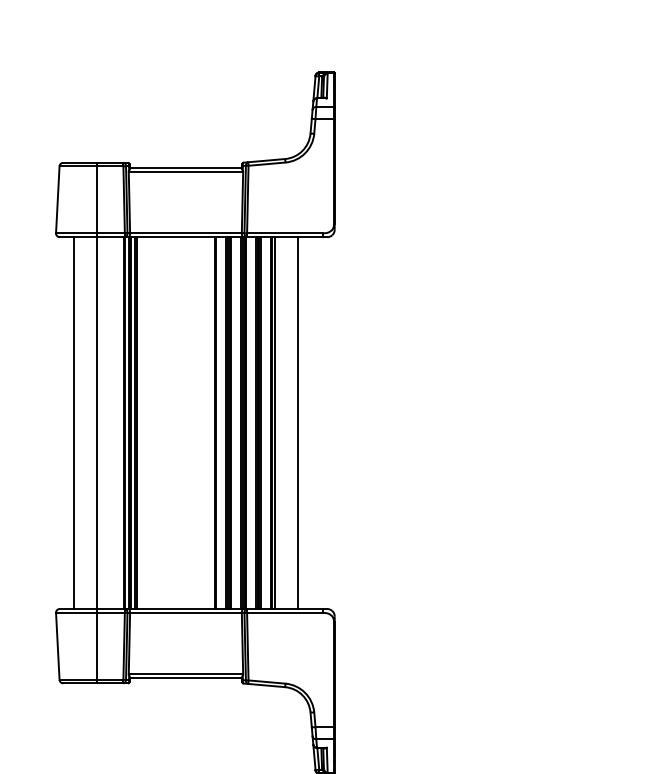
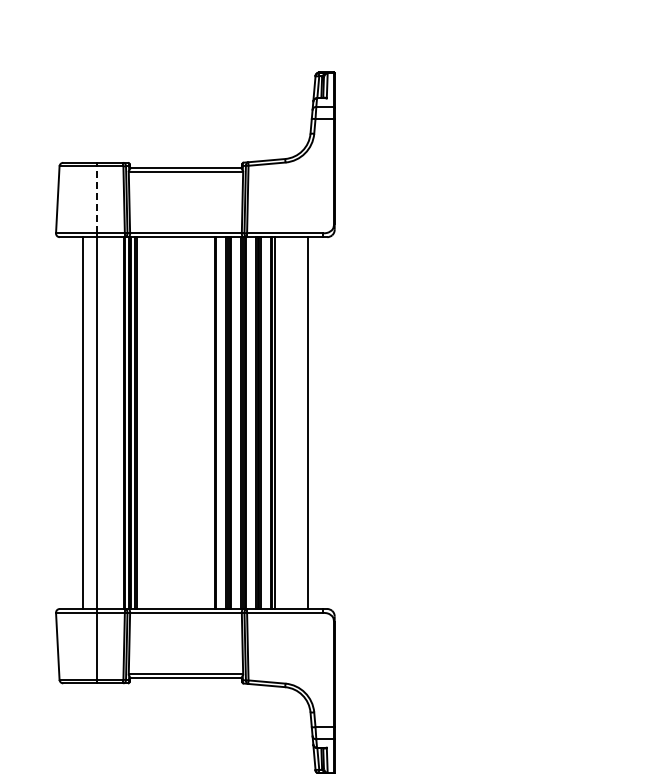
line at (96, 199): solid -> dashed
line at (74, 423) position: (74, 423) -> (83, 423)
line at (297, 423) position: (297, 423) -> (307, 423)
